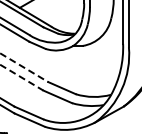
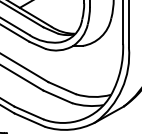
line at (24, 67): dashed -> solid
line at (22, 77): dashed -> solid
